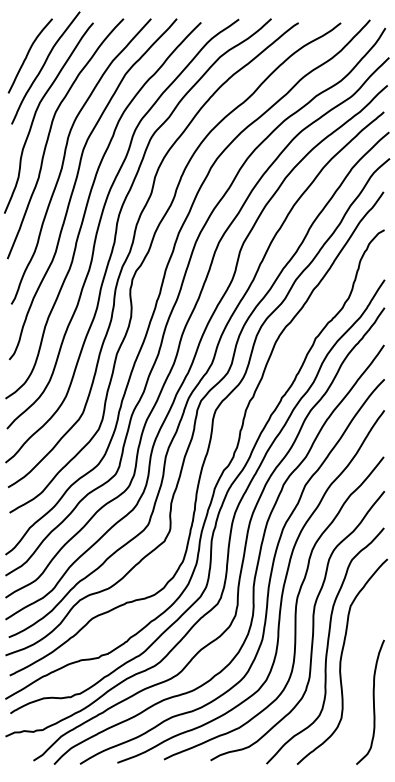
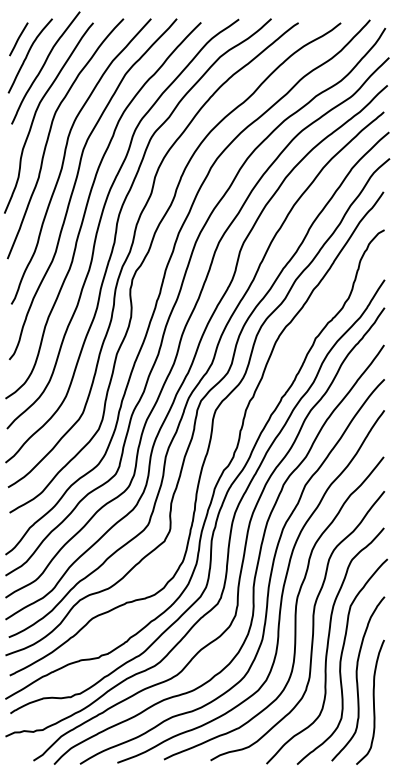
line at (18, 39): none -> present
curve at (357, 678): none -> present
